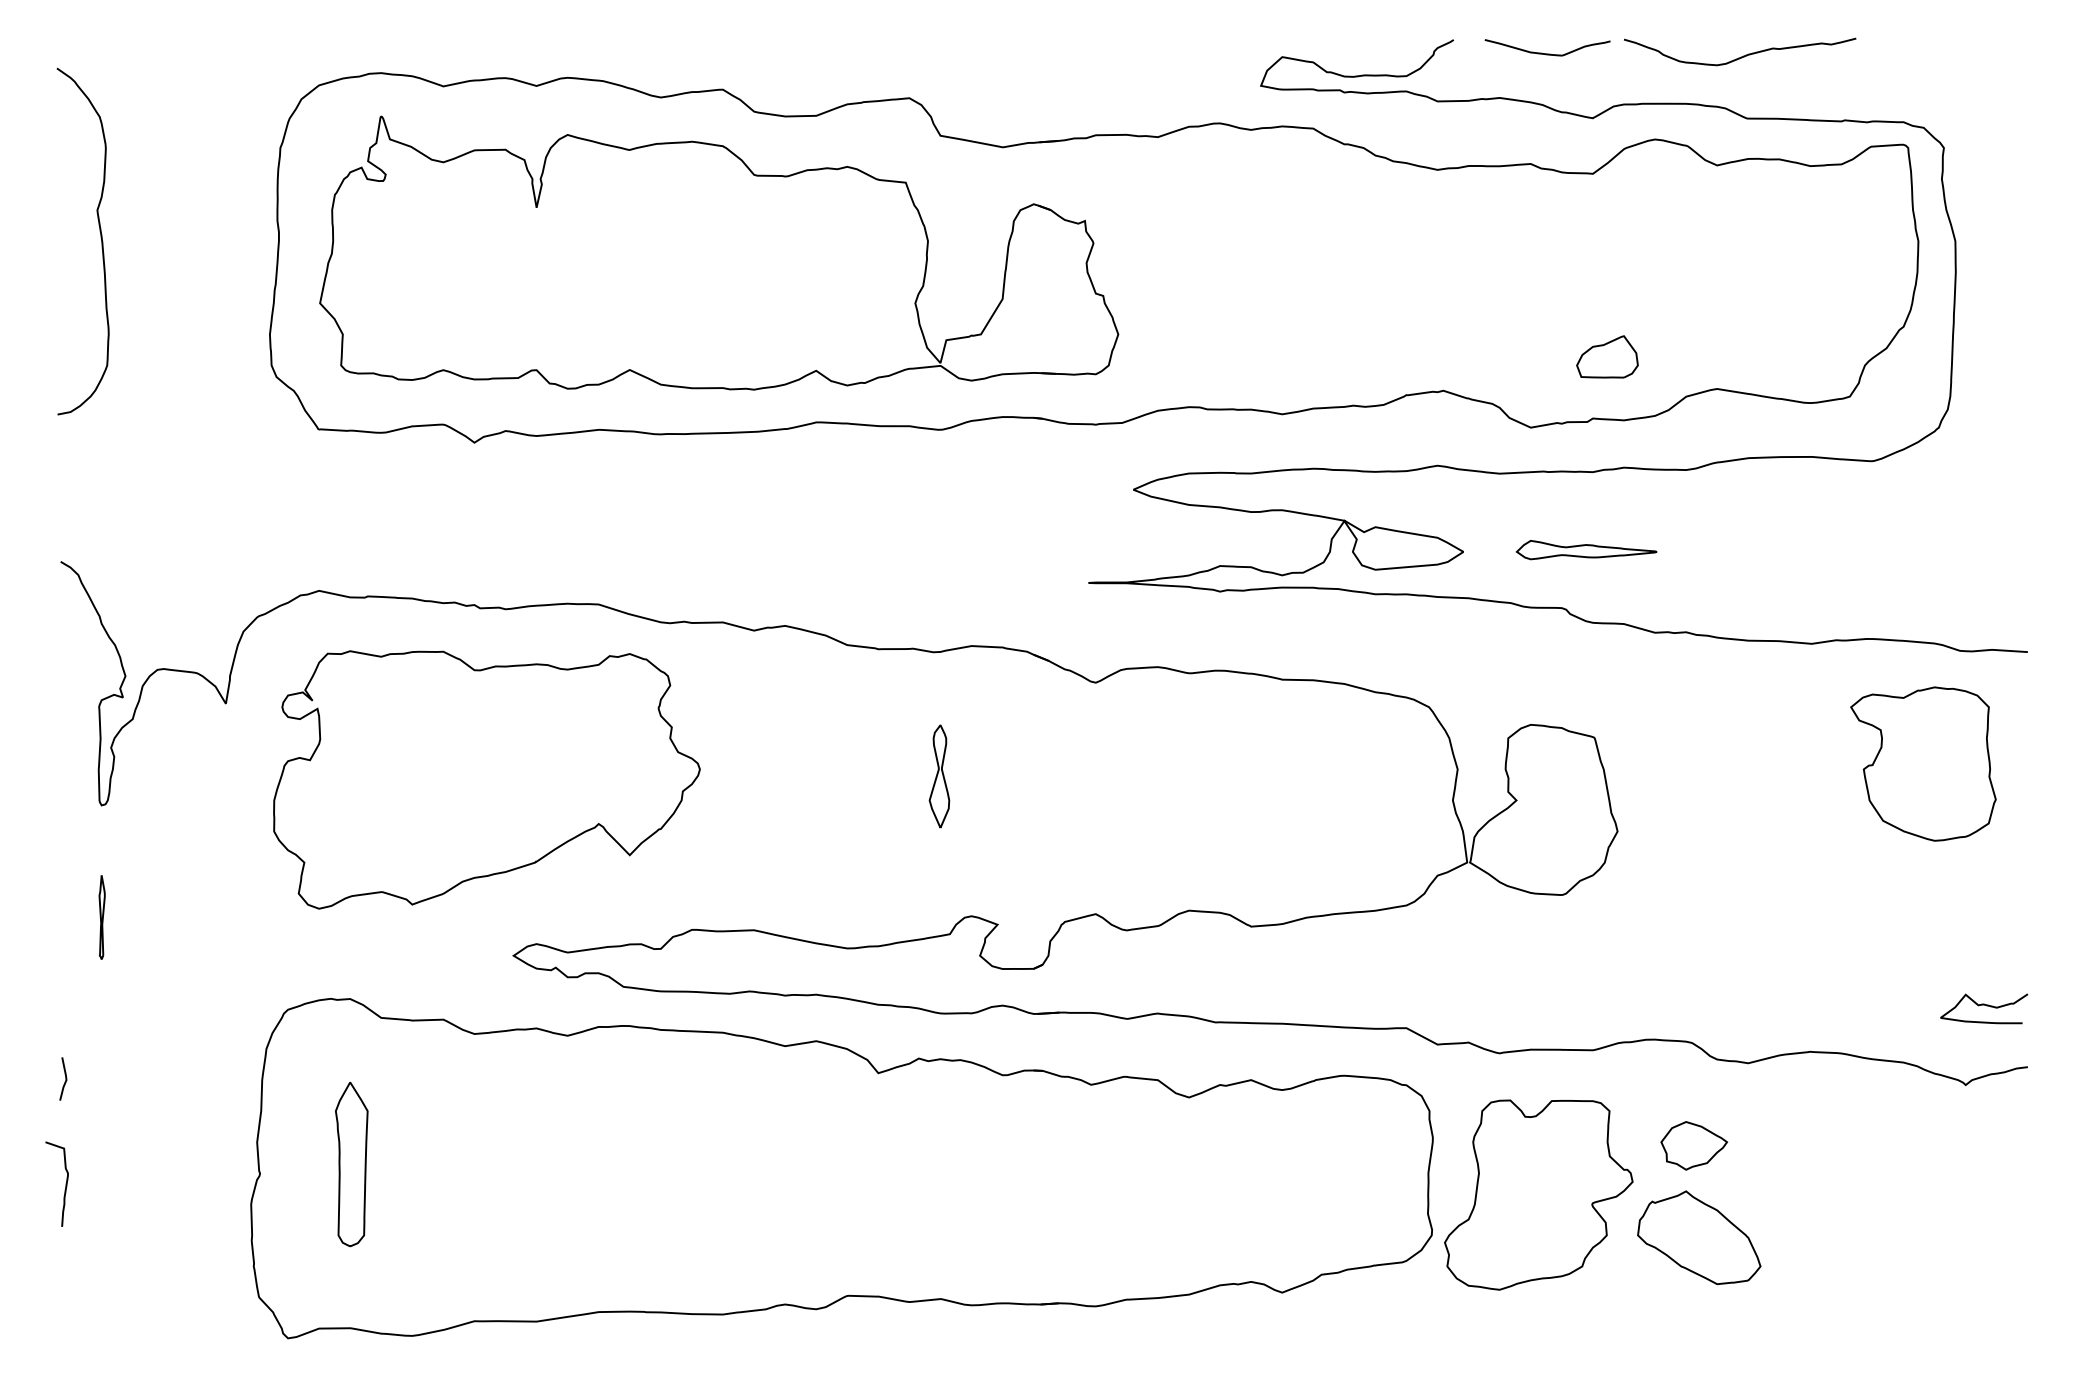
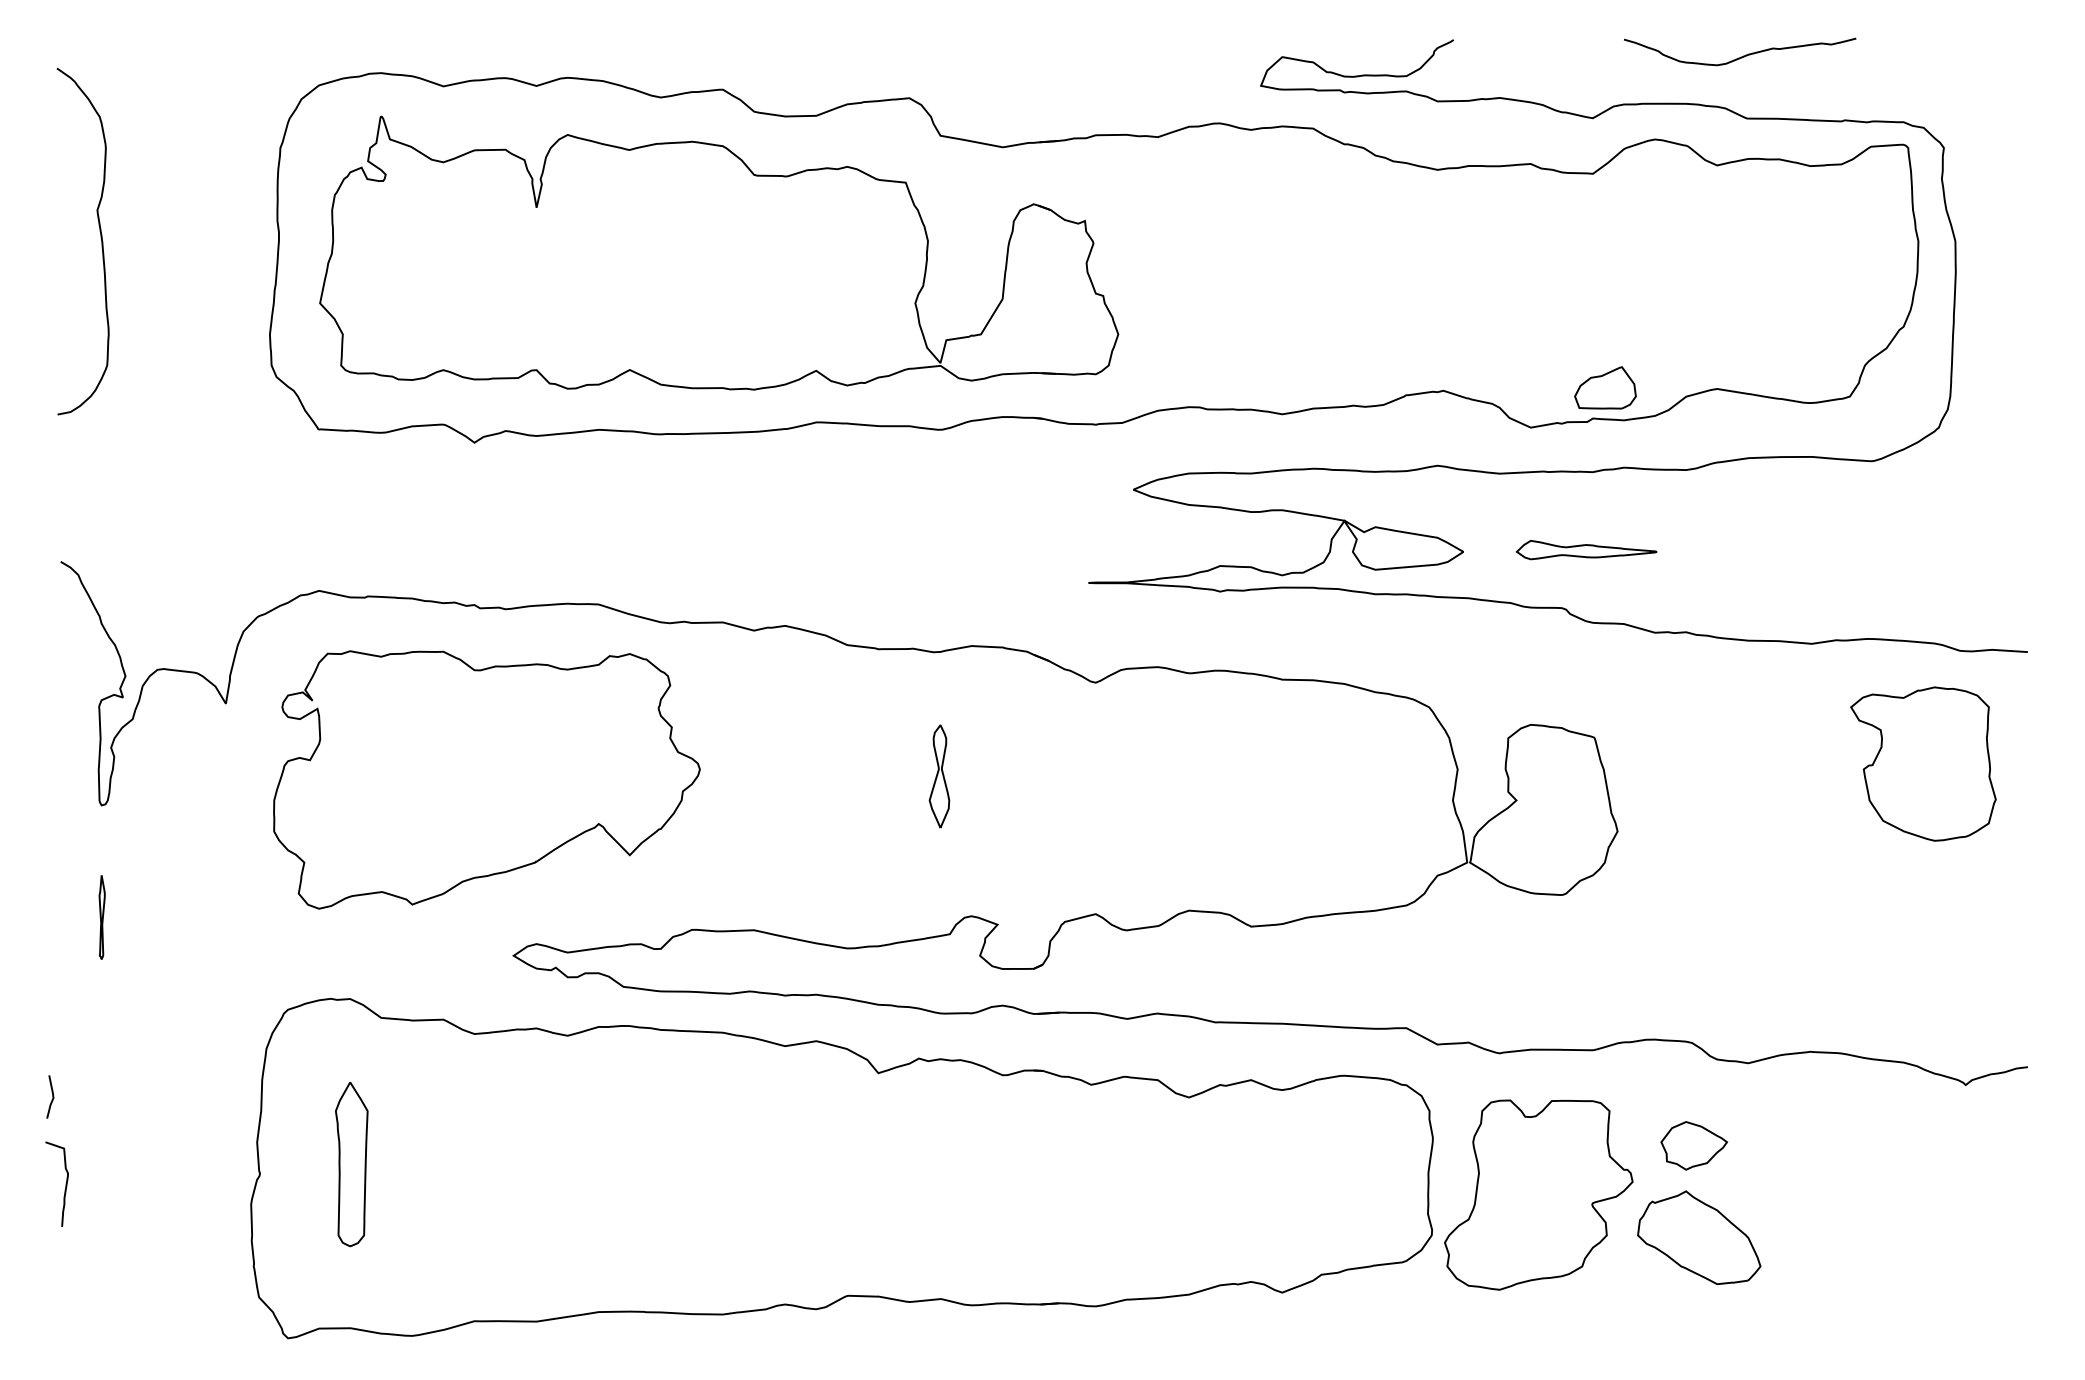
curve at (1547, 53): present -> none
part at (1607, 356) position: (1607, 356) -> (1605, 387)
curve at (1986, 1006): present -> none
line at (65, 1078) position: (65, 1078) -> (52, 1096)
